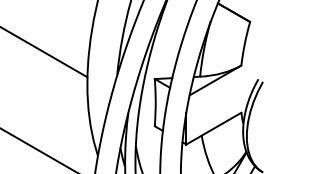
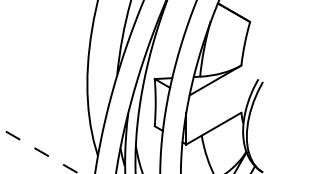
line at (44, 52): present -> none
line at (40, 151): solid -> dashed
